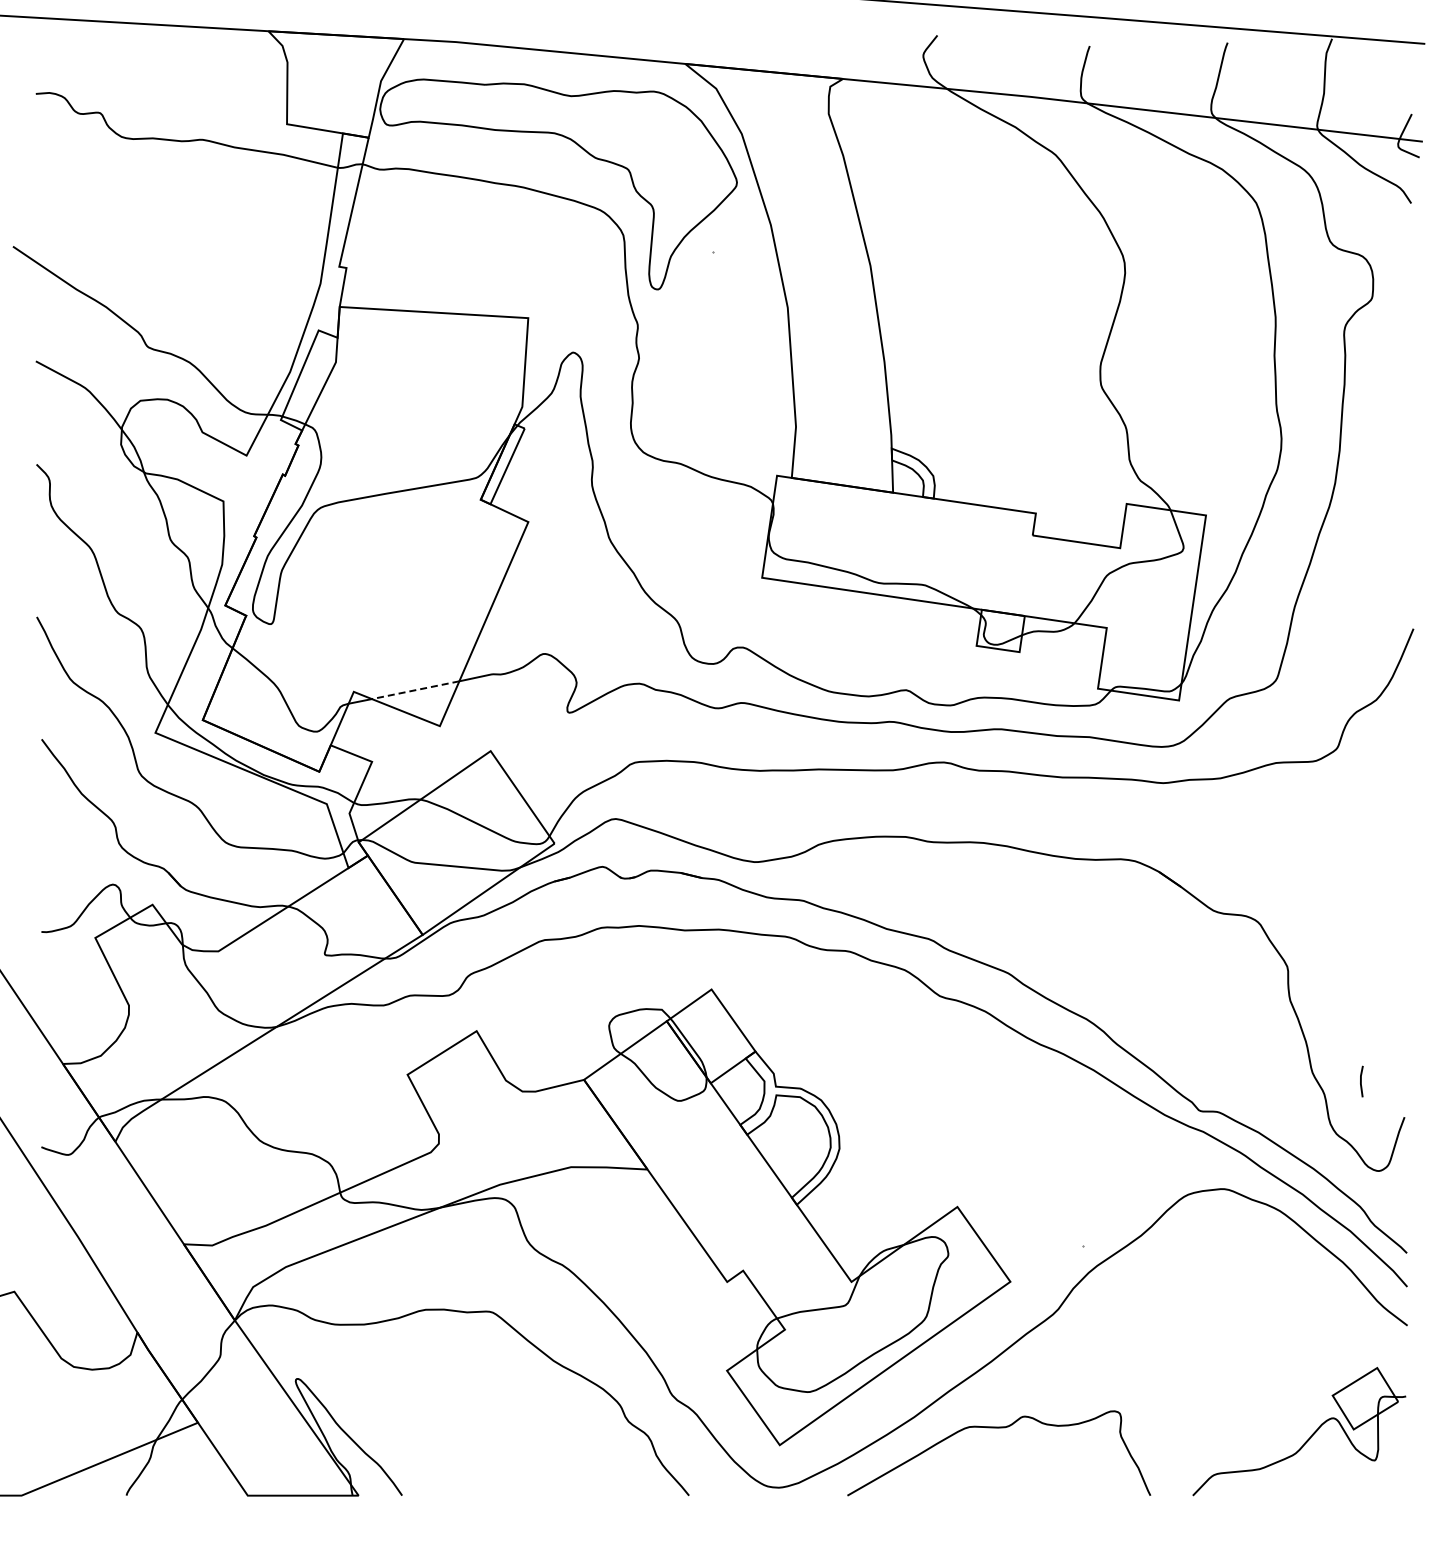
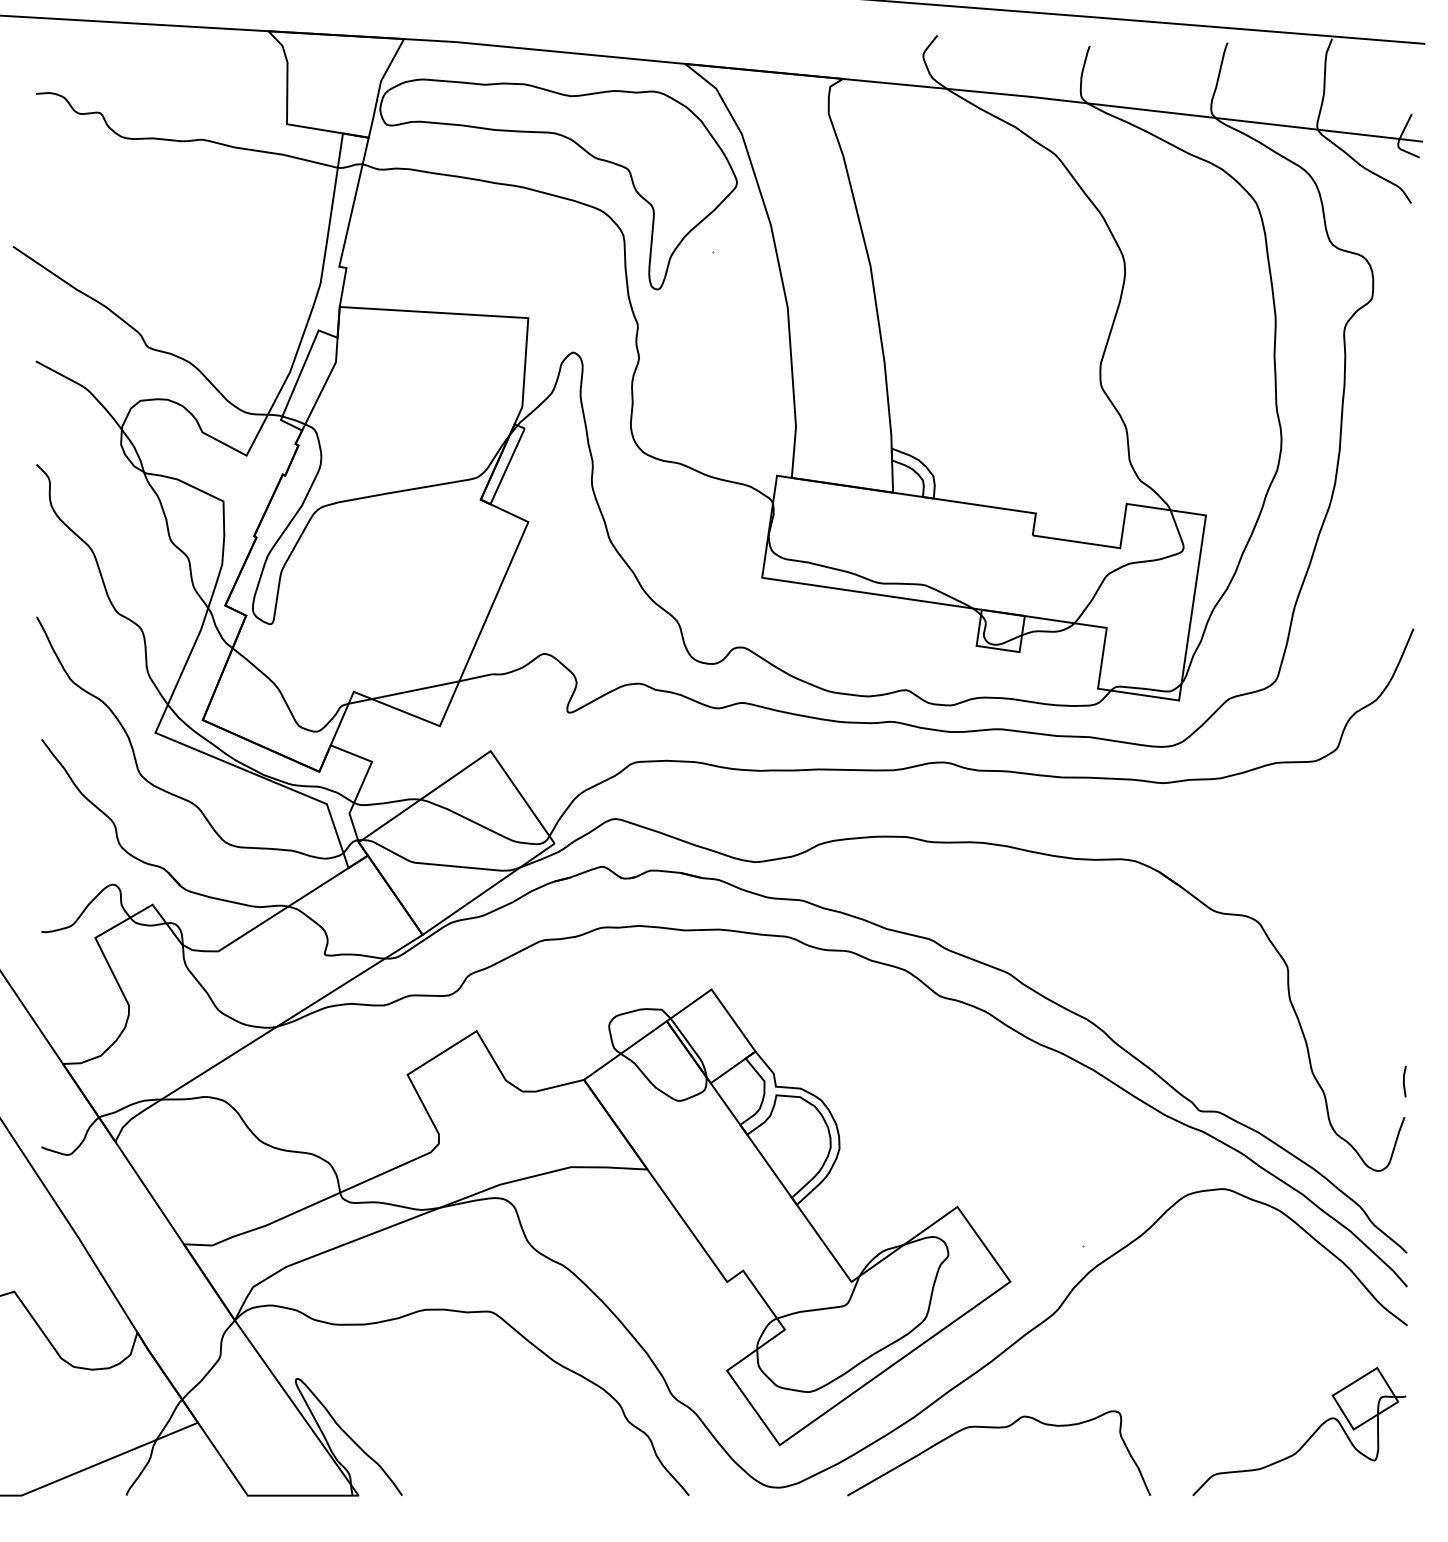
line at (415, 690): dashed -> solid
line at (1361, 1081) position: (1361, 1081) -> (1404, 1081)
